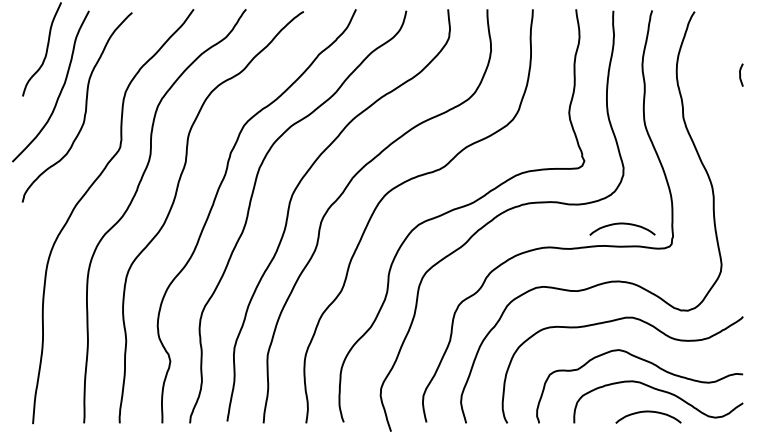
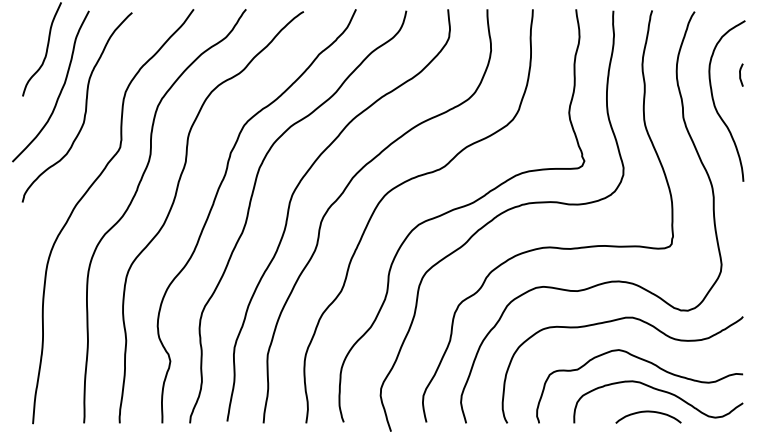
curve at (715, 104): none -> present
curve at (622, 224): present -> none
